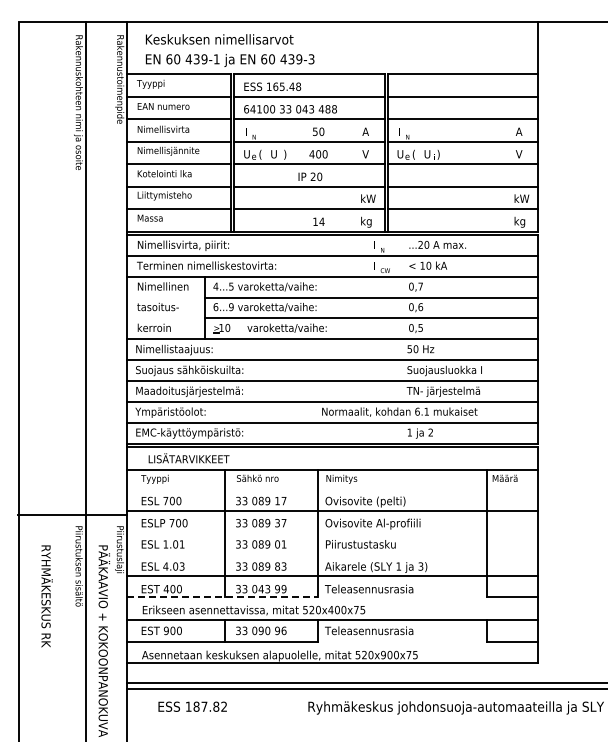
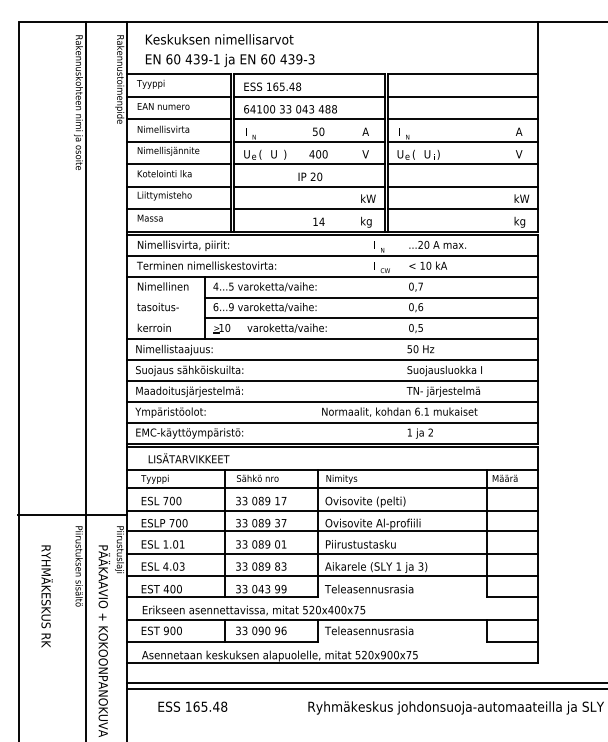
line at (332, 488): none -> present
line at (332, 531): none -> present
line at (332, 553): none -> present
line at (222, 597): dashed -> solid
text at (210, 706): 187.82 -> 165.48
